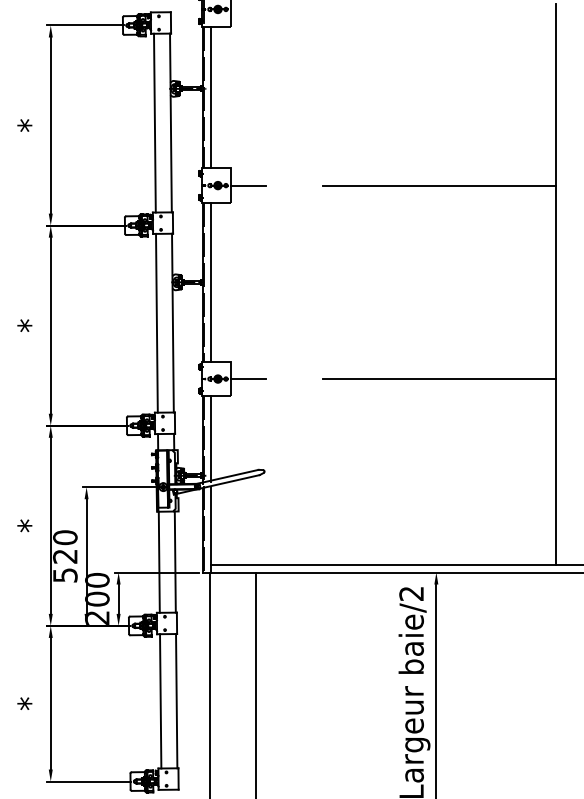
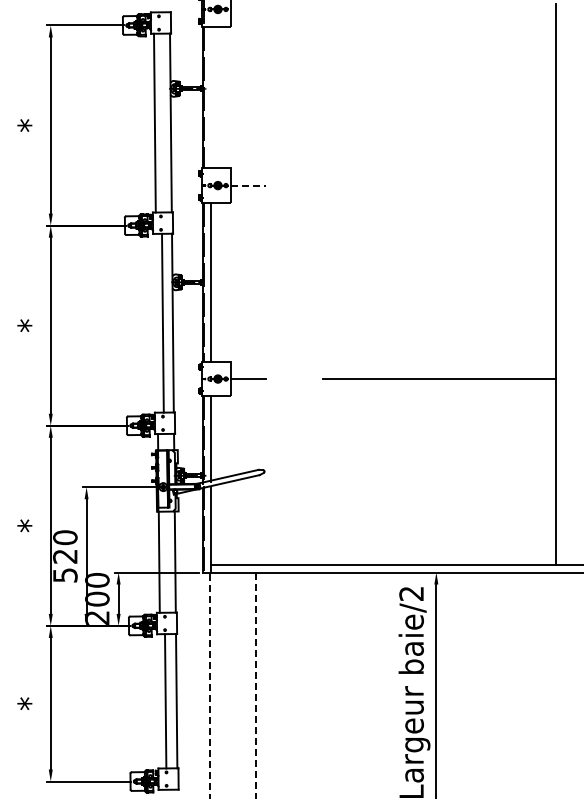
line at (210, 97): present -> none
line at (249, 185): solid -> dashed
line at (439, 185): present -> none
line at (156, 322) position: (156, 322) -> (162, 322)
line at (209, 685): solid -> dashed
line at (255, 685): solid -> dashed
line at (160, 701) position: (160, 701) -> (165, 701)
